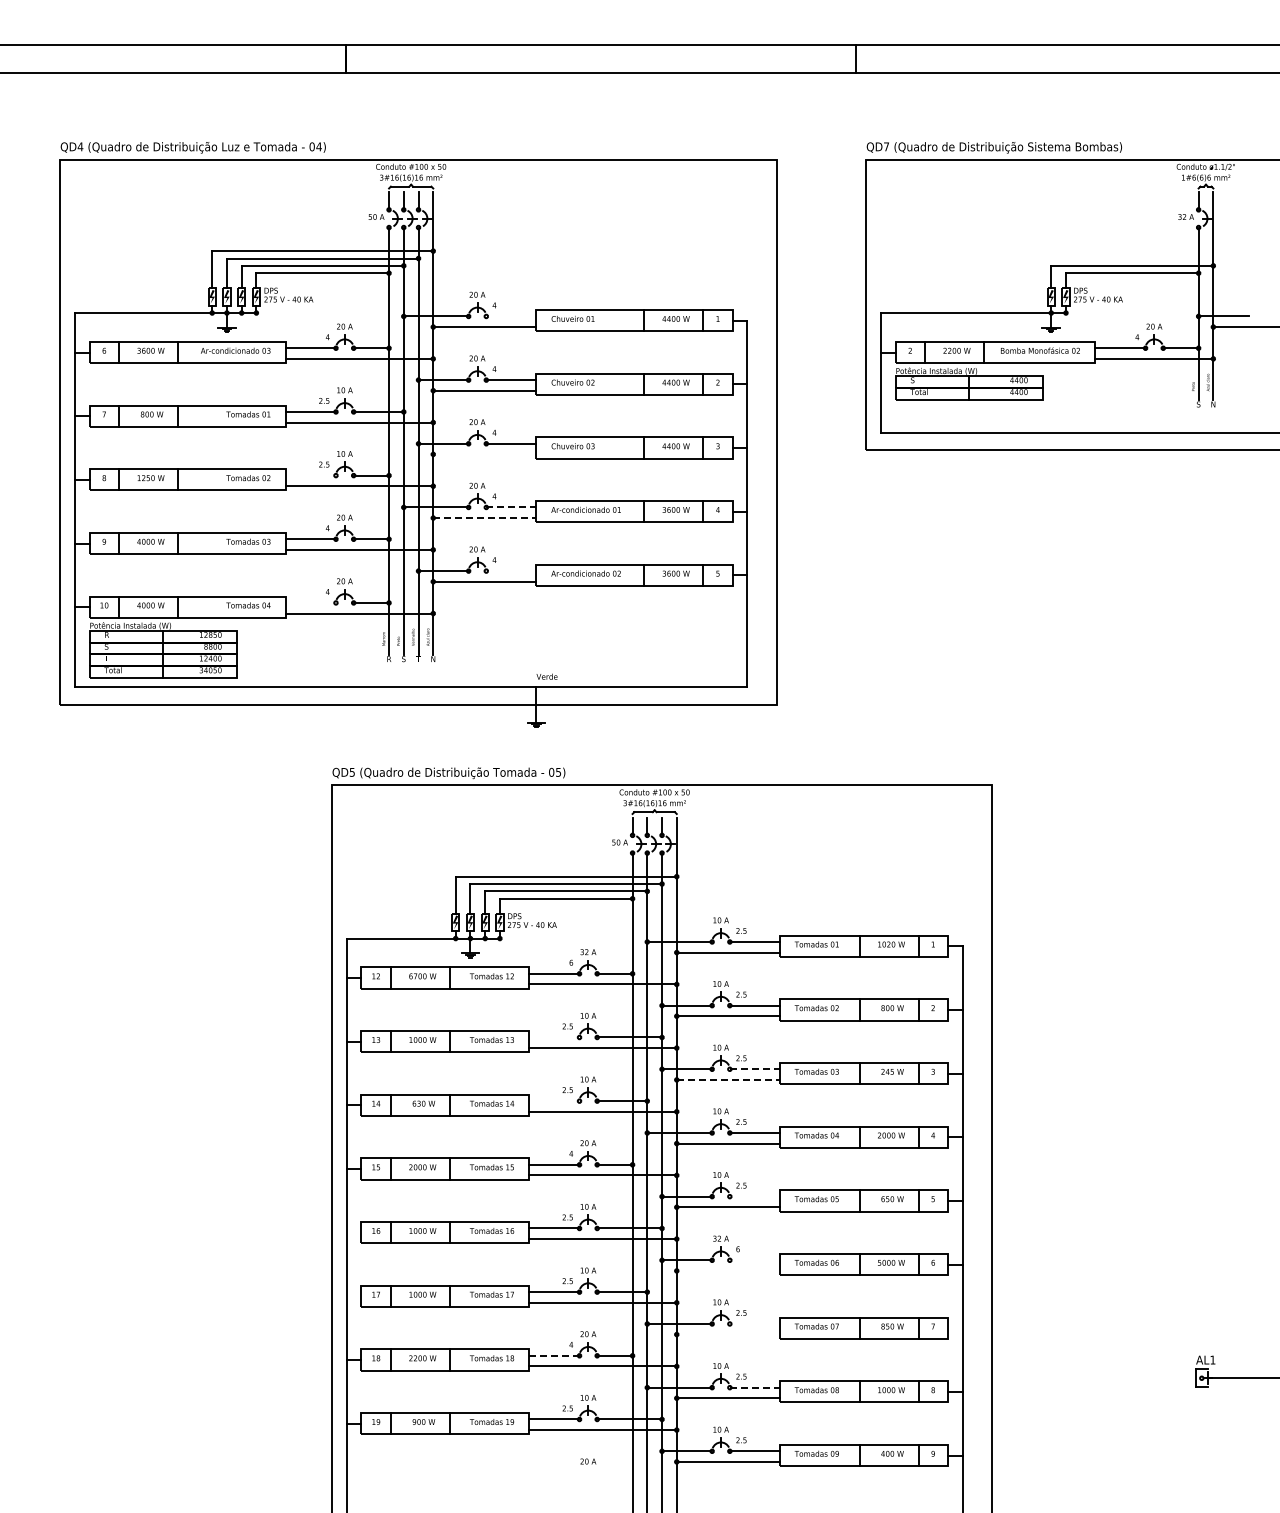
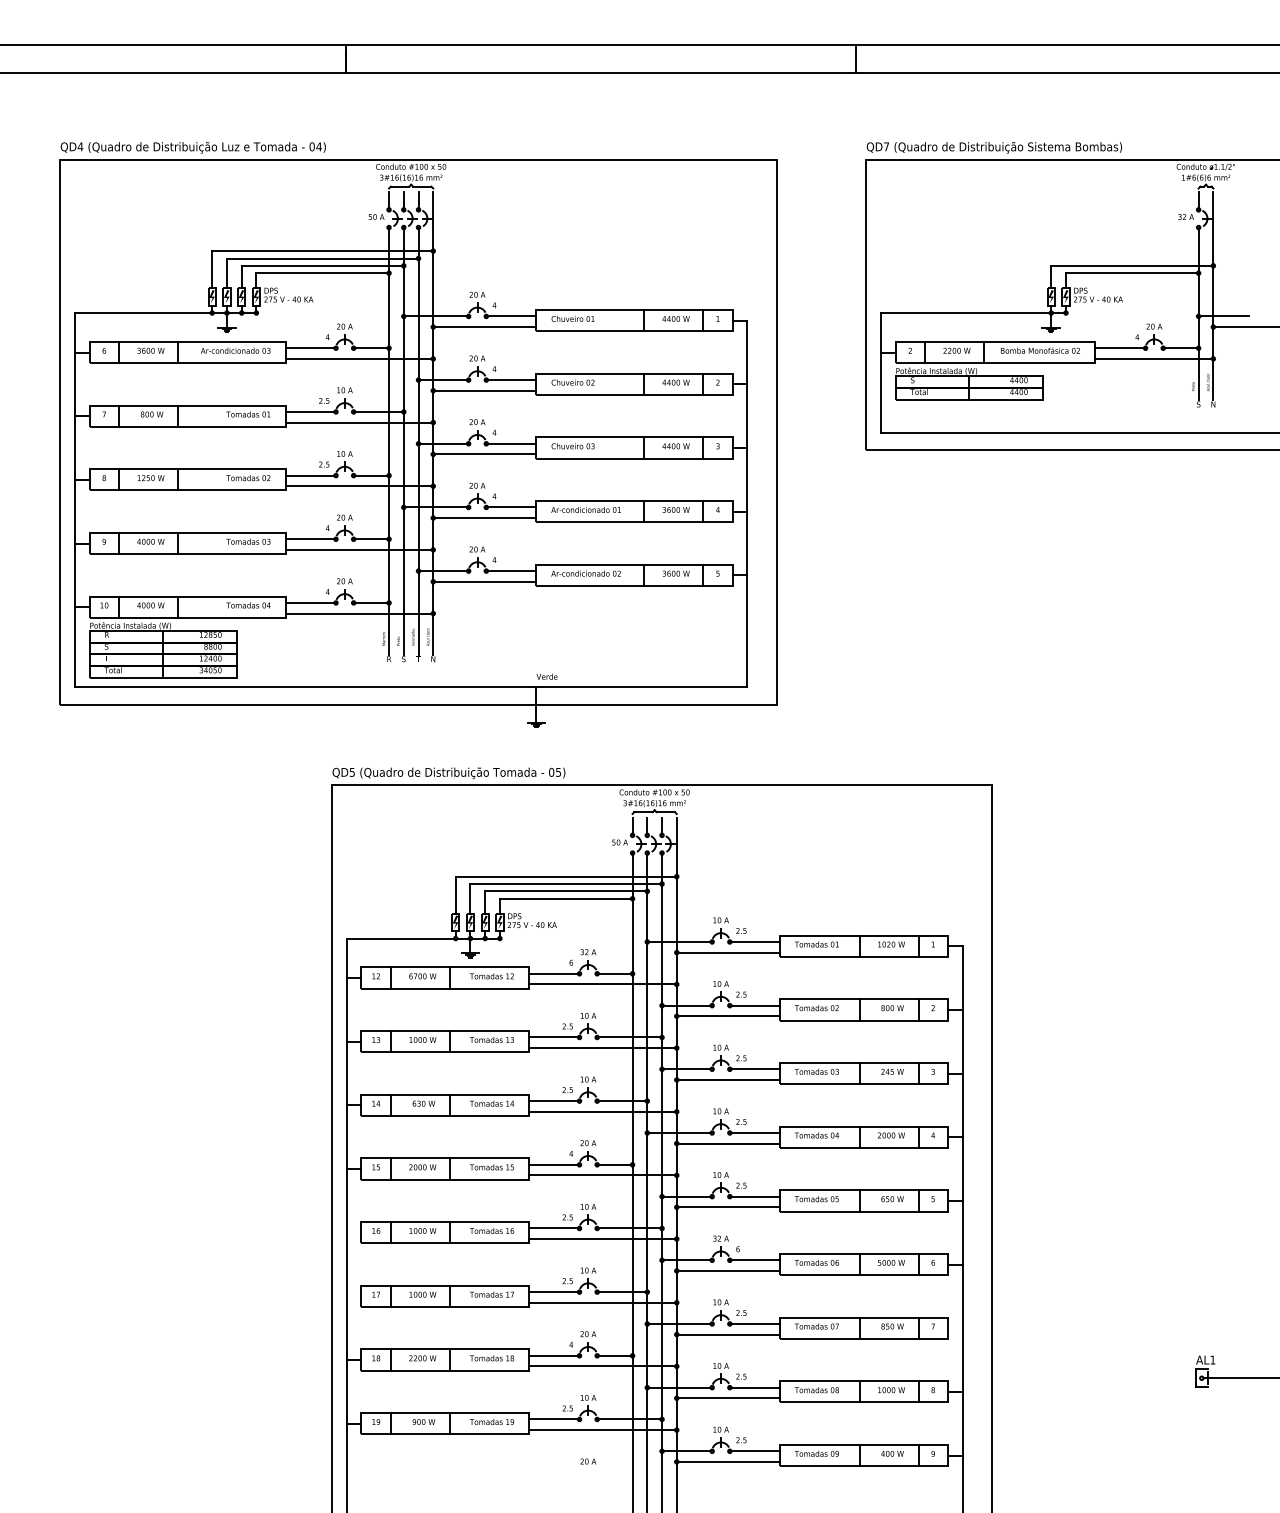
line at (511, 316): none -> present
line at (484, 454): none -> present
line at (310, 475): none -> present
line at (511, 507): dashed -> solid
line at (484, 518): dashed -> solid
line at (511, 571): none -> present
line at (310, 602): none -> present
line at (554, 1037): none -> present
line at (755, 1069): dashed -> solid
line at (728, 1079): dashed -> solid
line at (554, 1101): none -> present
line at (754, 1196): none -> present
line at (754, 1260): none -> present
line at (727, 1270): none -> present
line at (754, 1323): none -> present
line at (727, 1334): none -> present
line at (554, 1355): dashed -> solid
line at (755, 1387): dashed -> solid
